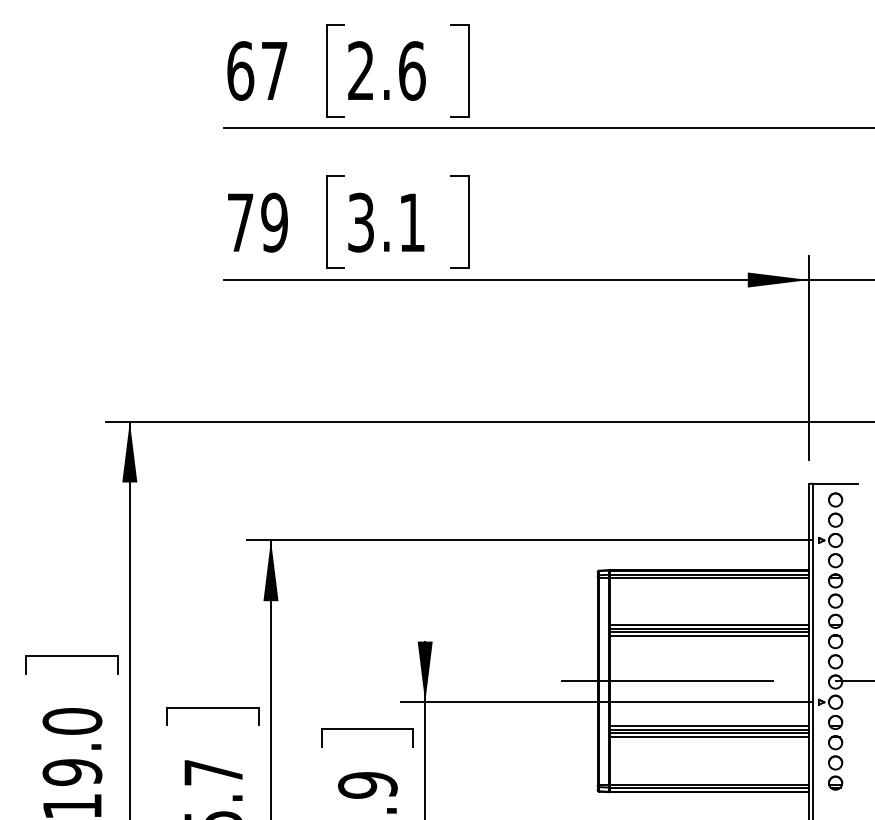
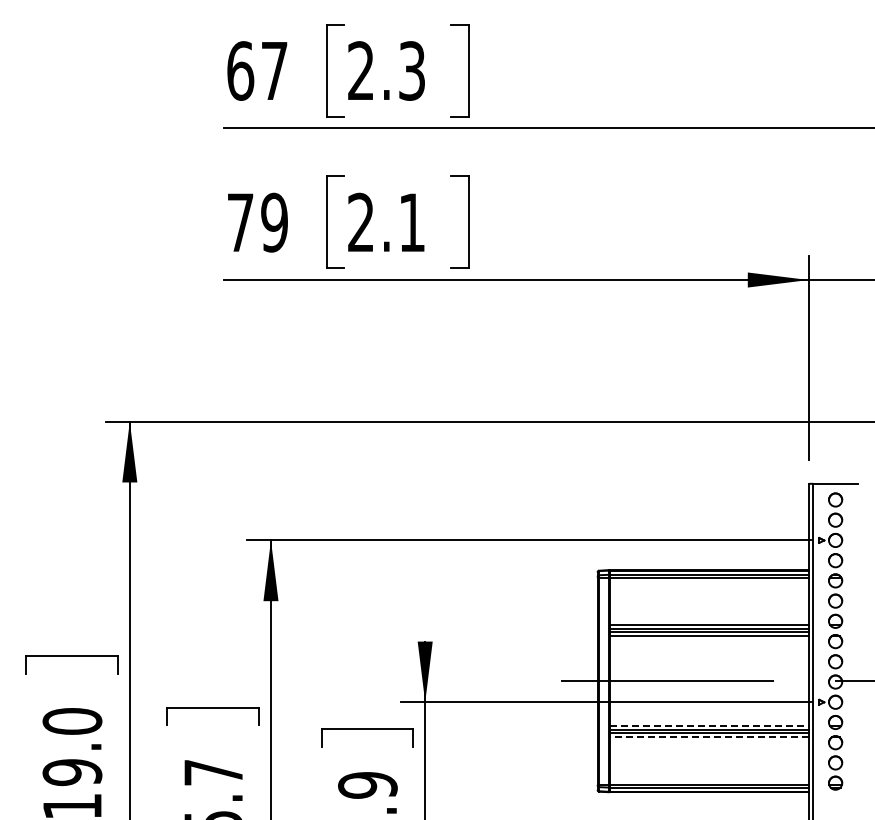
text at (412, 70): 2.6 -> 2.3
text at (360, 222): 3.1 -> 2.1
line at (709, 725): solid -> dashed
line at (708, 737): solid -> dashed
